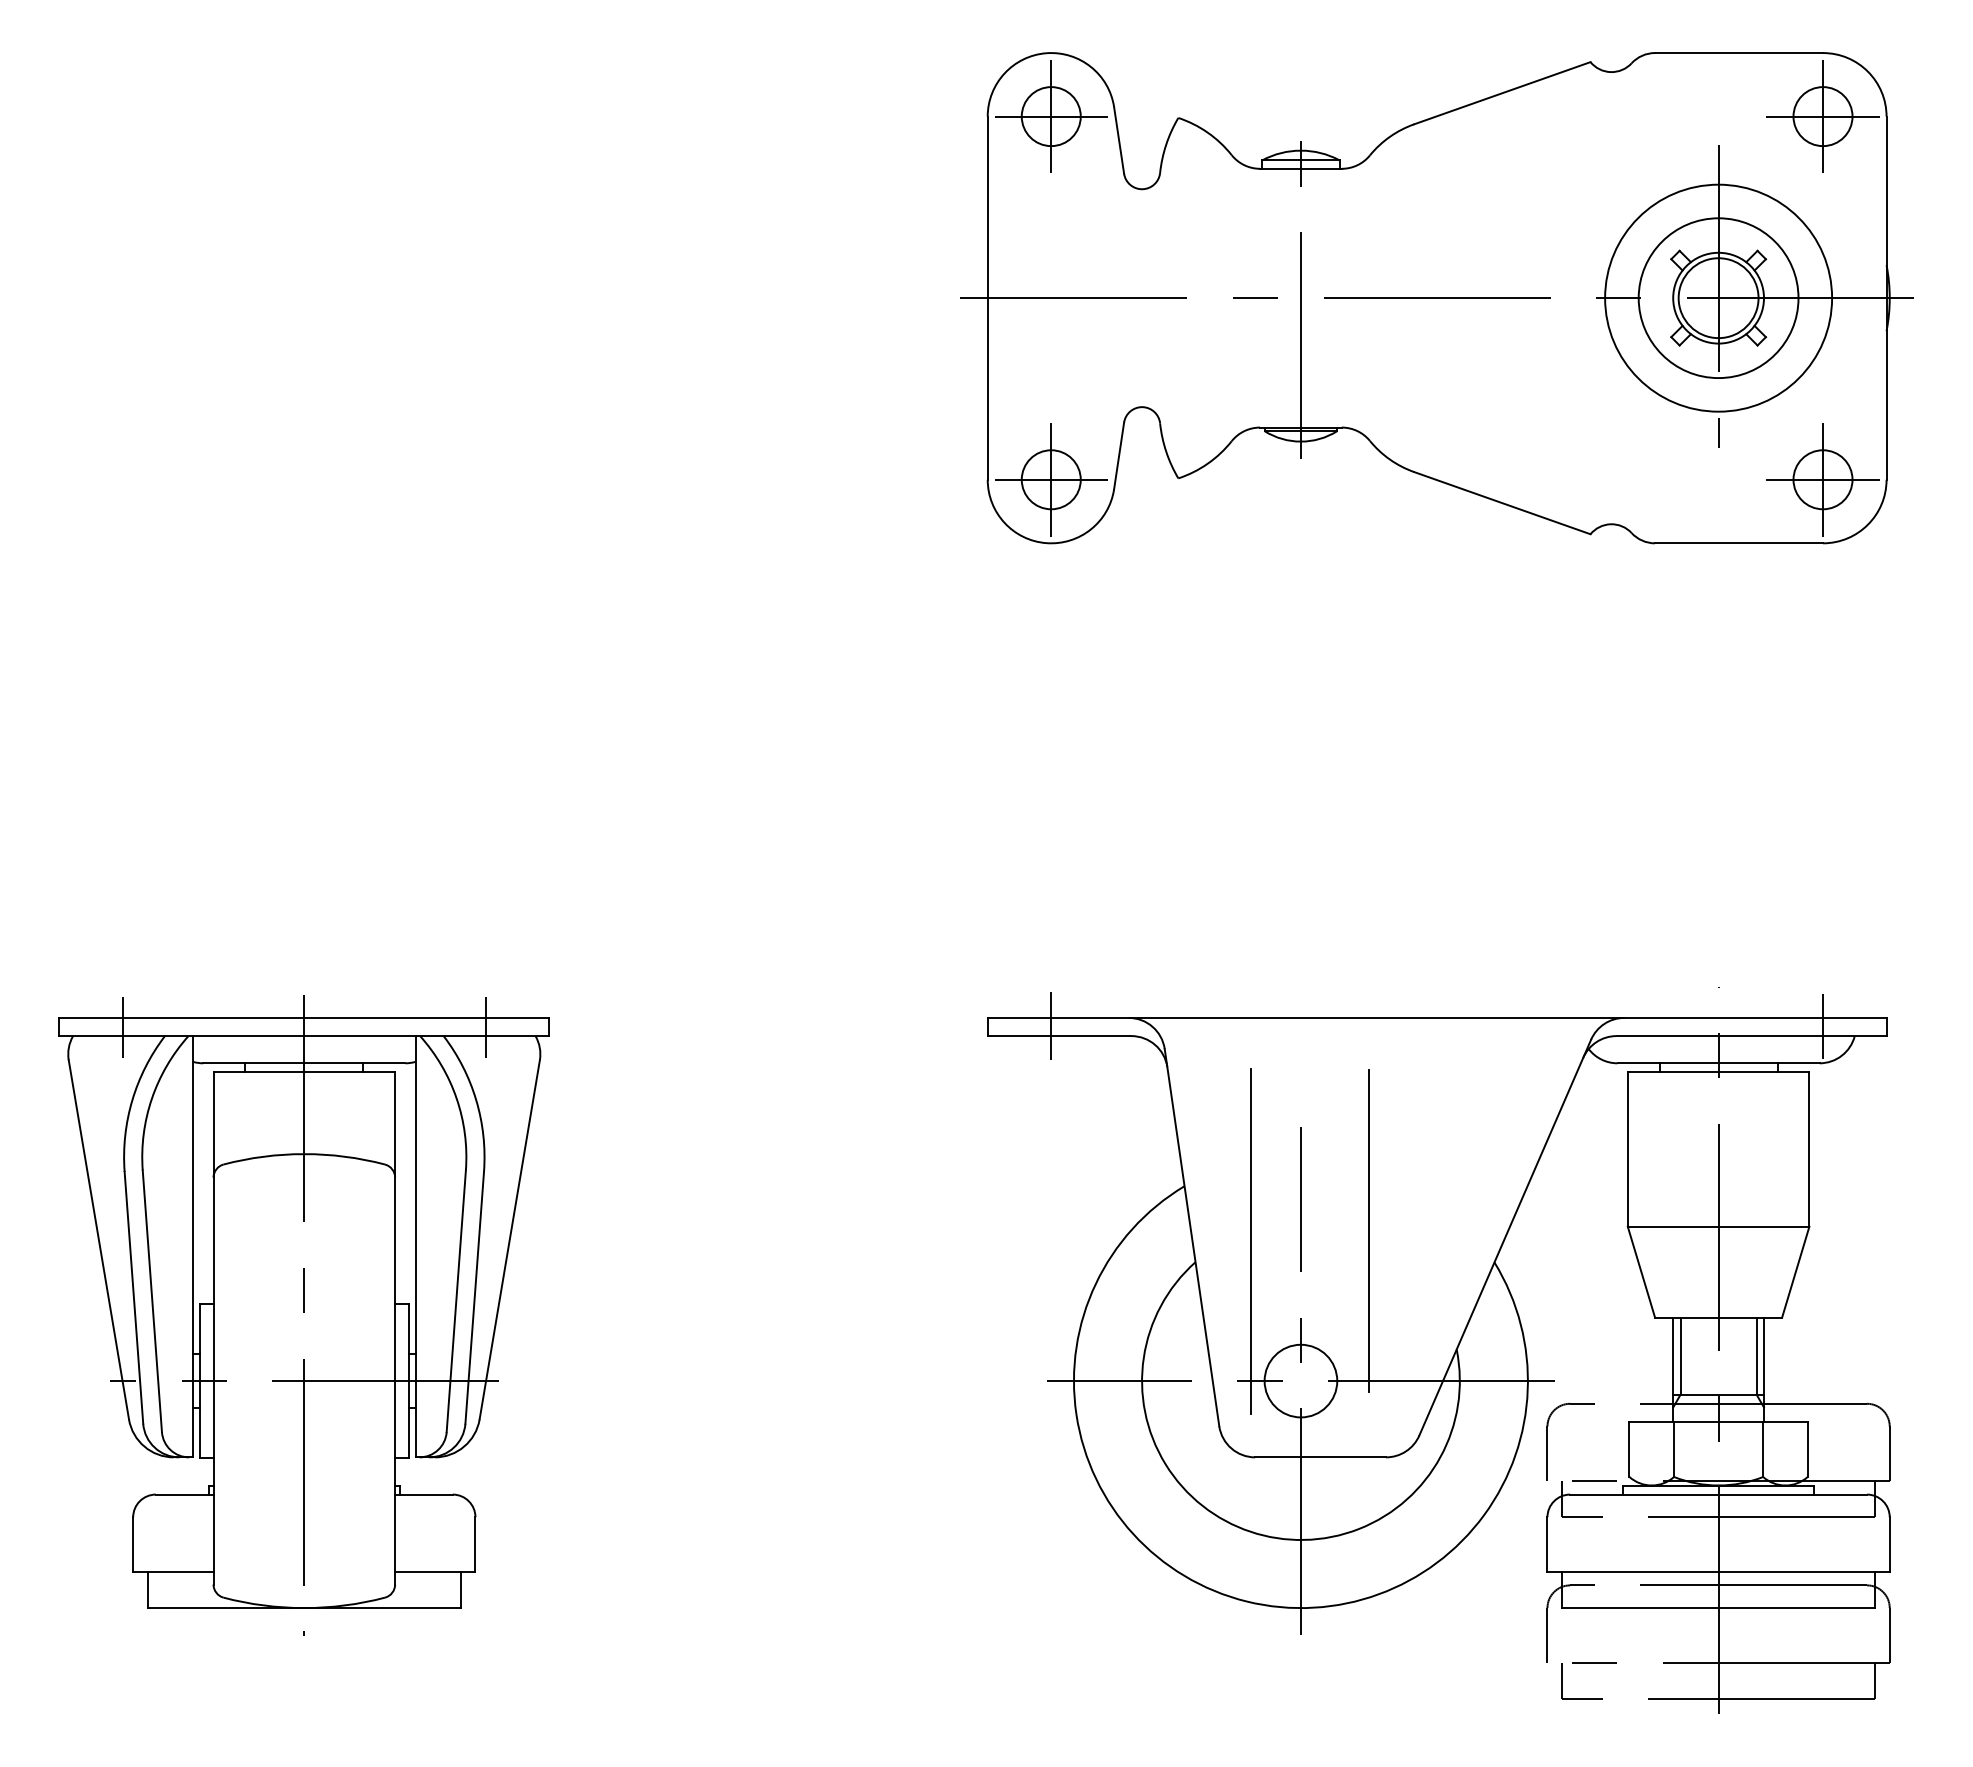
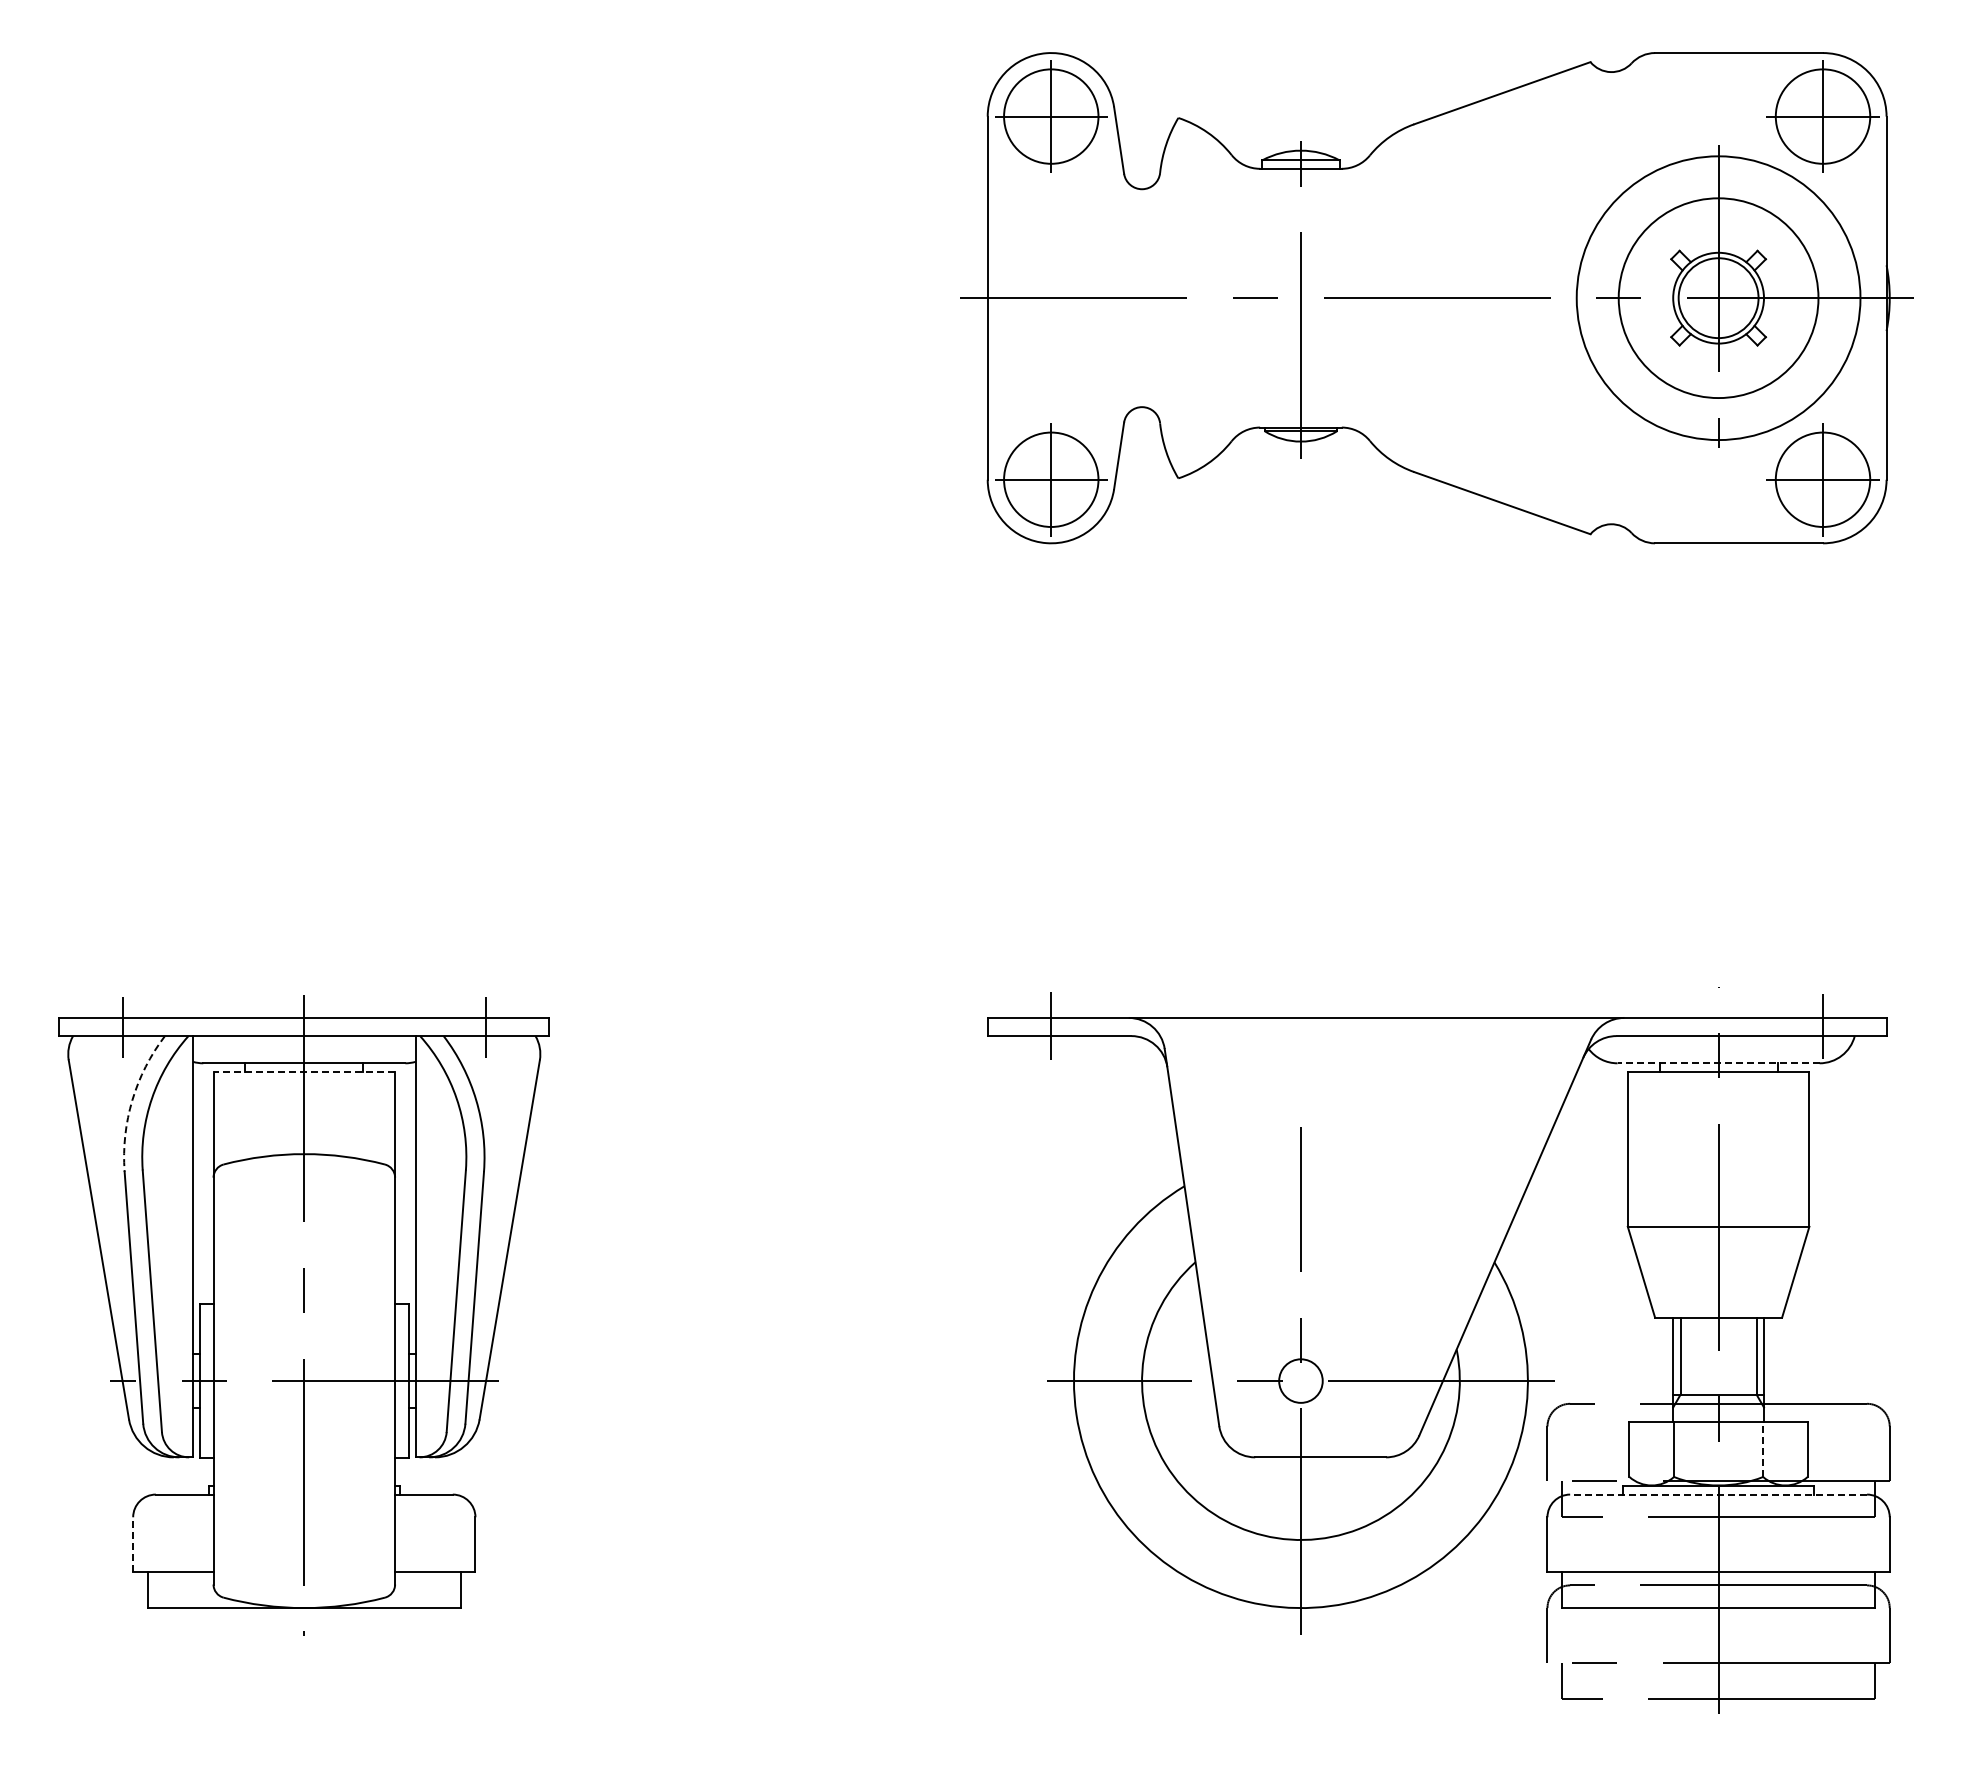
circle at (1050, 116) diameter: 59 px -> 94 px
circle at (1822, 116) diameter: 59 px -> 94 px
circle at (1718, 297) diameter: 227 px -> 284 px
circle at (1718, 298) diameter: 160 px -> 200 px
circle at (1050, 479) diameter: 59 px -> 94 px
circle at (1822, 479) diameter: 59 px -> 94 px
line at (1718, 1063): solid -> dashed
line at (304, 1072): solid -> dashed
arc at (132, 1100): solid -> dashed
line at (1369, 1230): present -> none
line at (1251, 1240): present -> none
circle at (1300, 1380) diameter: 73 px -> 44 px
line at (1763, 1449): solid -> dashed
line at (1718, 1494): solid -> dashed
line at (133, 1544): solid -> dashed
